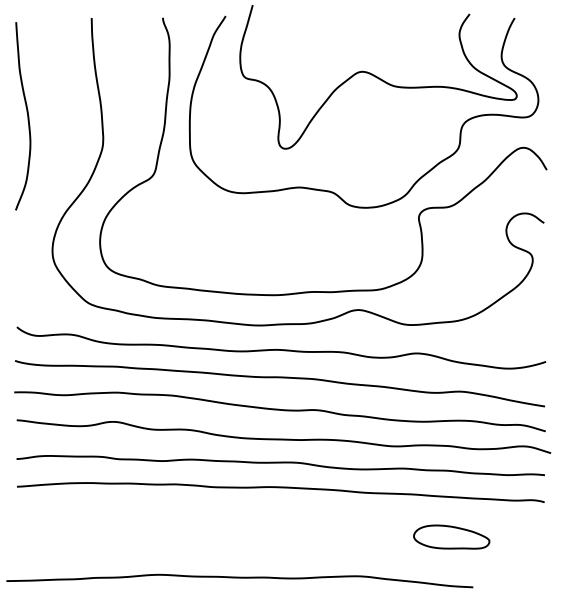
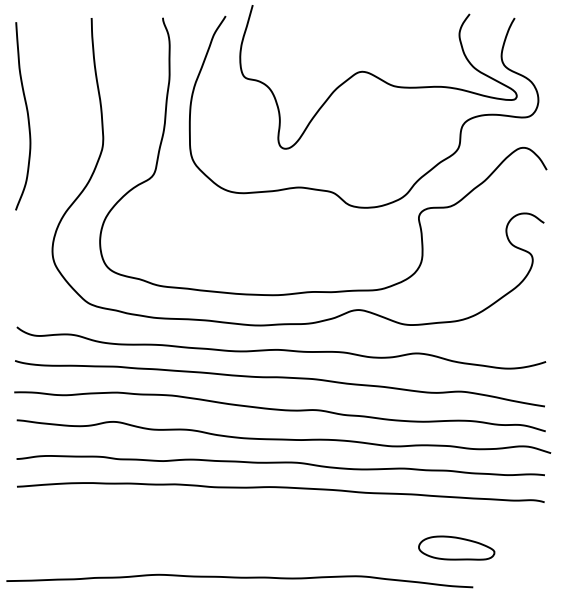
part at (451, 536) position: (451, 536) -> (456, 547)
